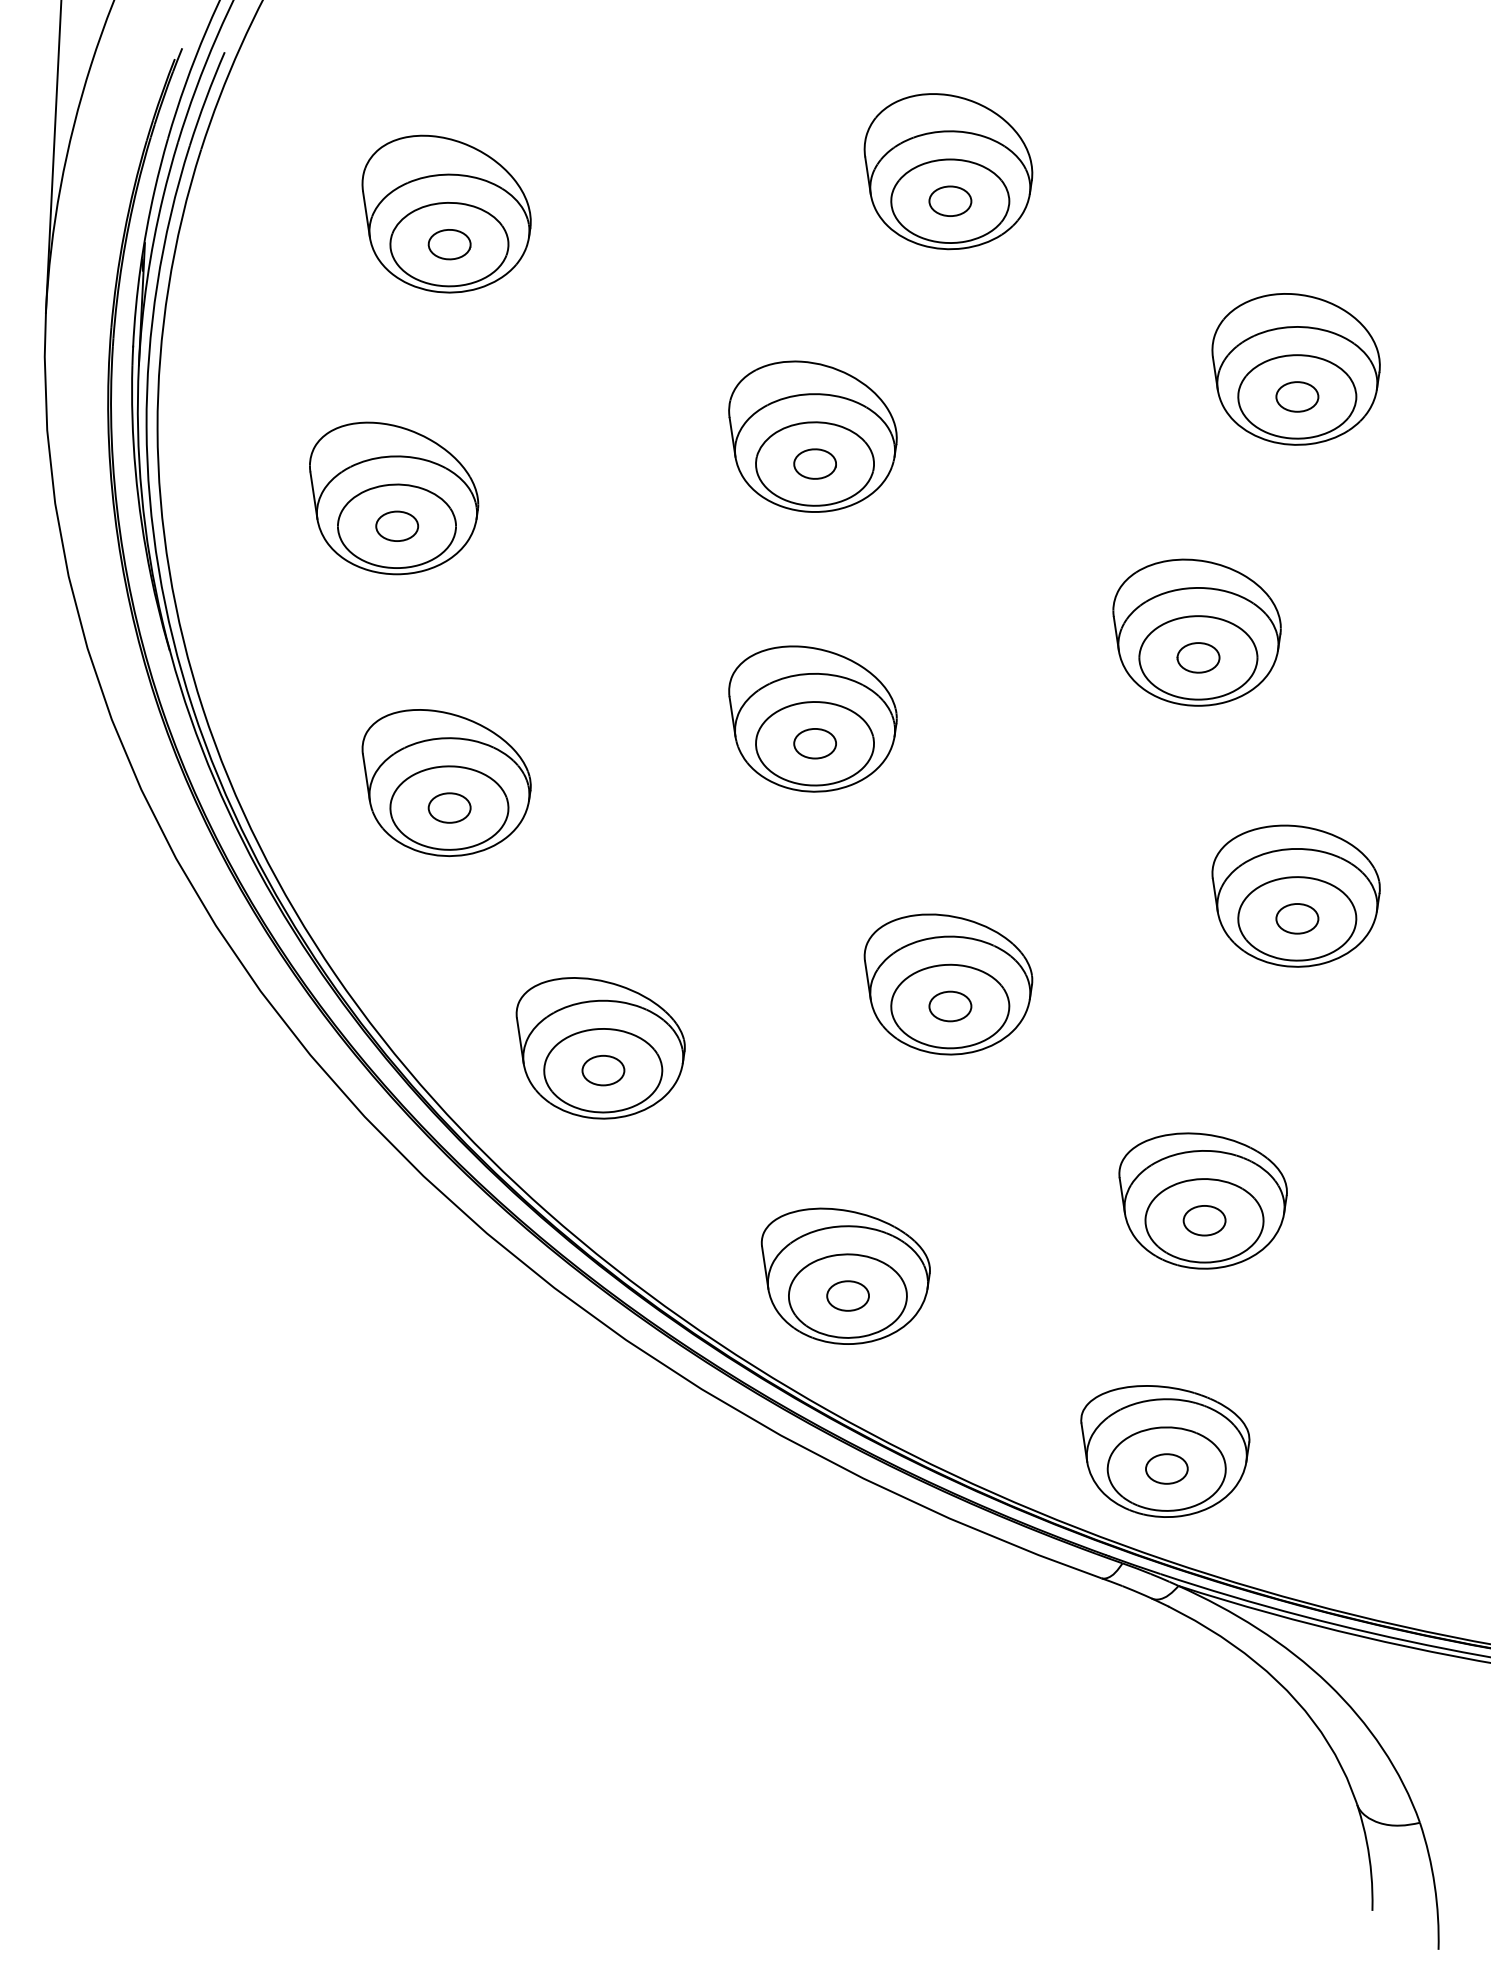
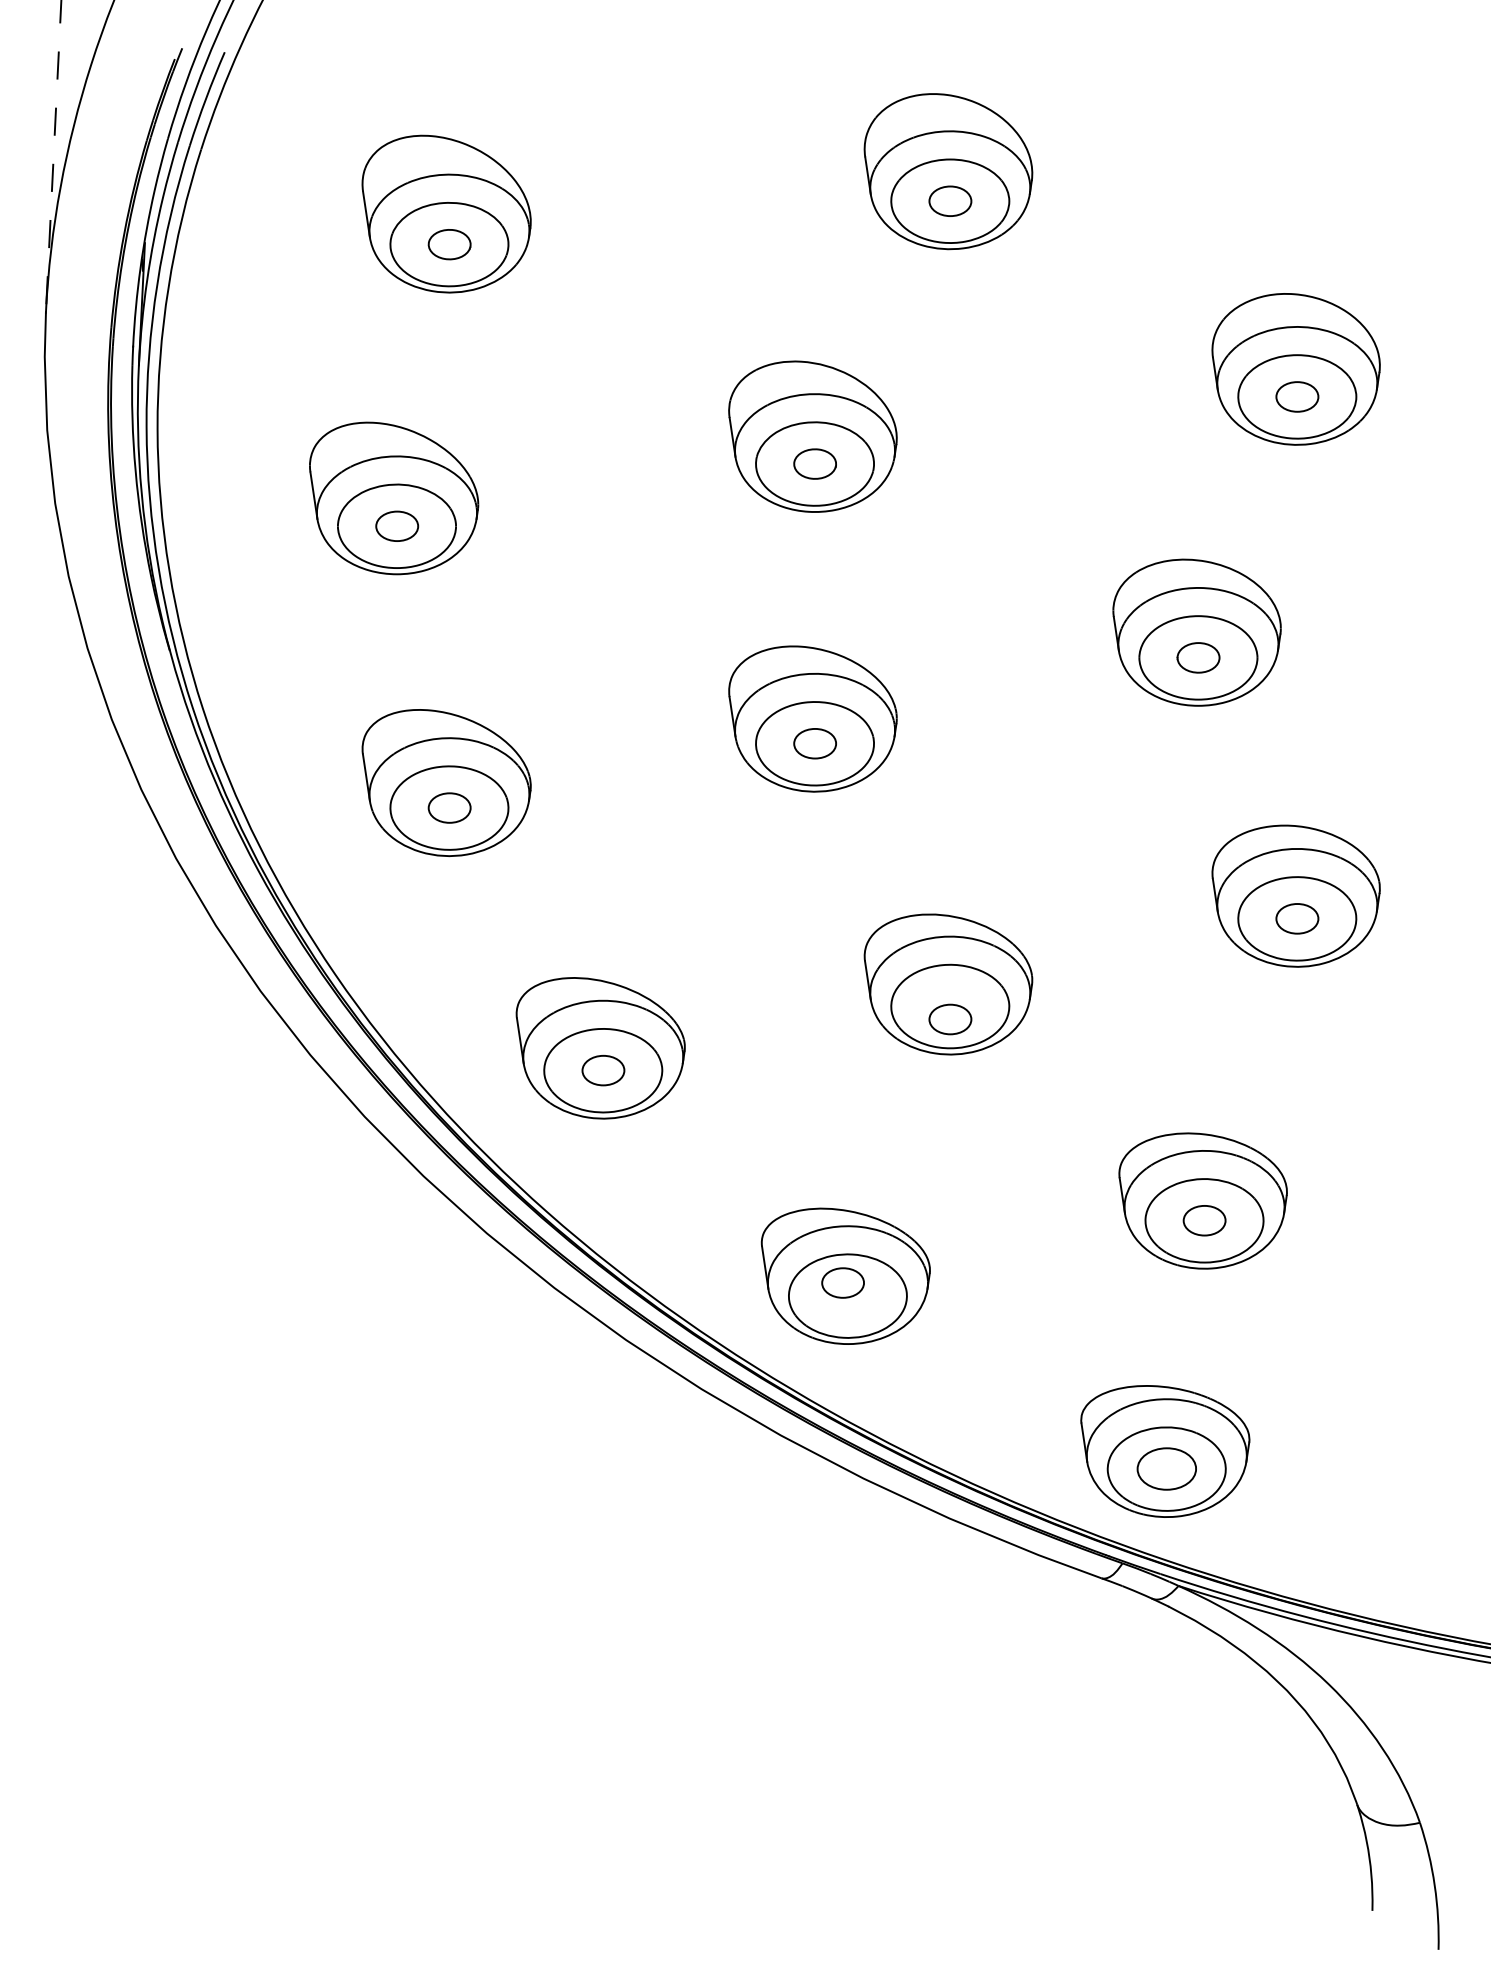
line at (53, 157): solid -> dashed
part at (950, 1006) position: (950, 1006) -> (950, 1019)
part at (847, 1295) position: (847, 1295) -> (842, 1282)
part at (1166, 1468) size: 44x32 px -> 61x44 px
